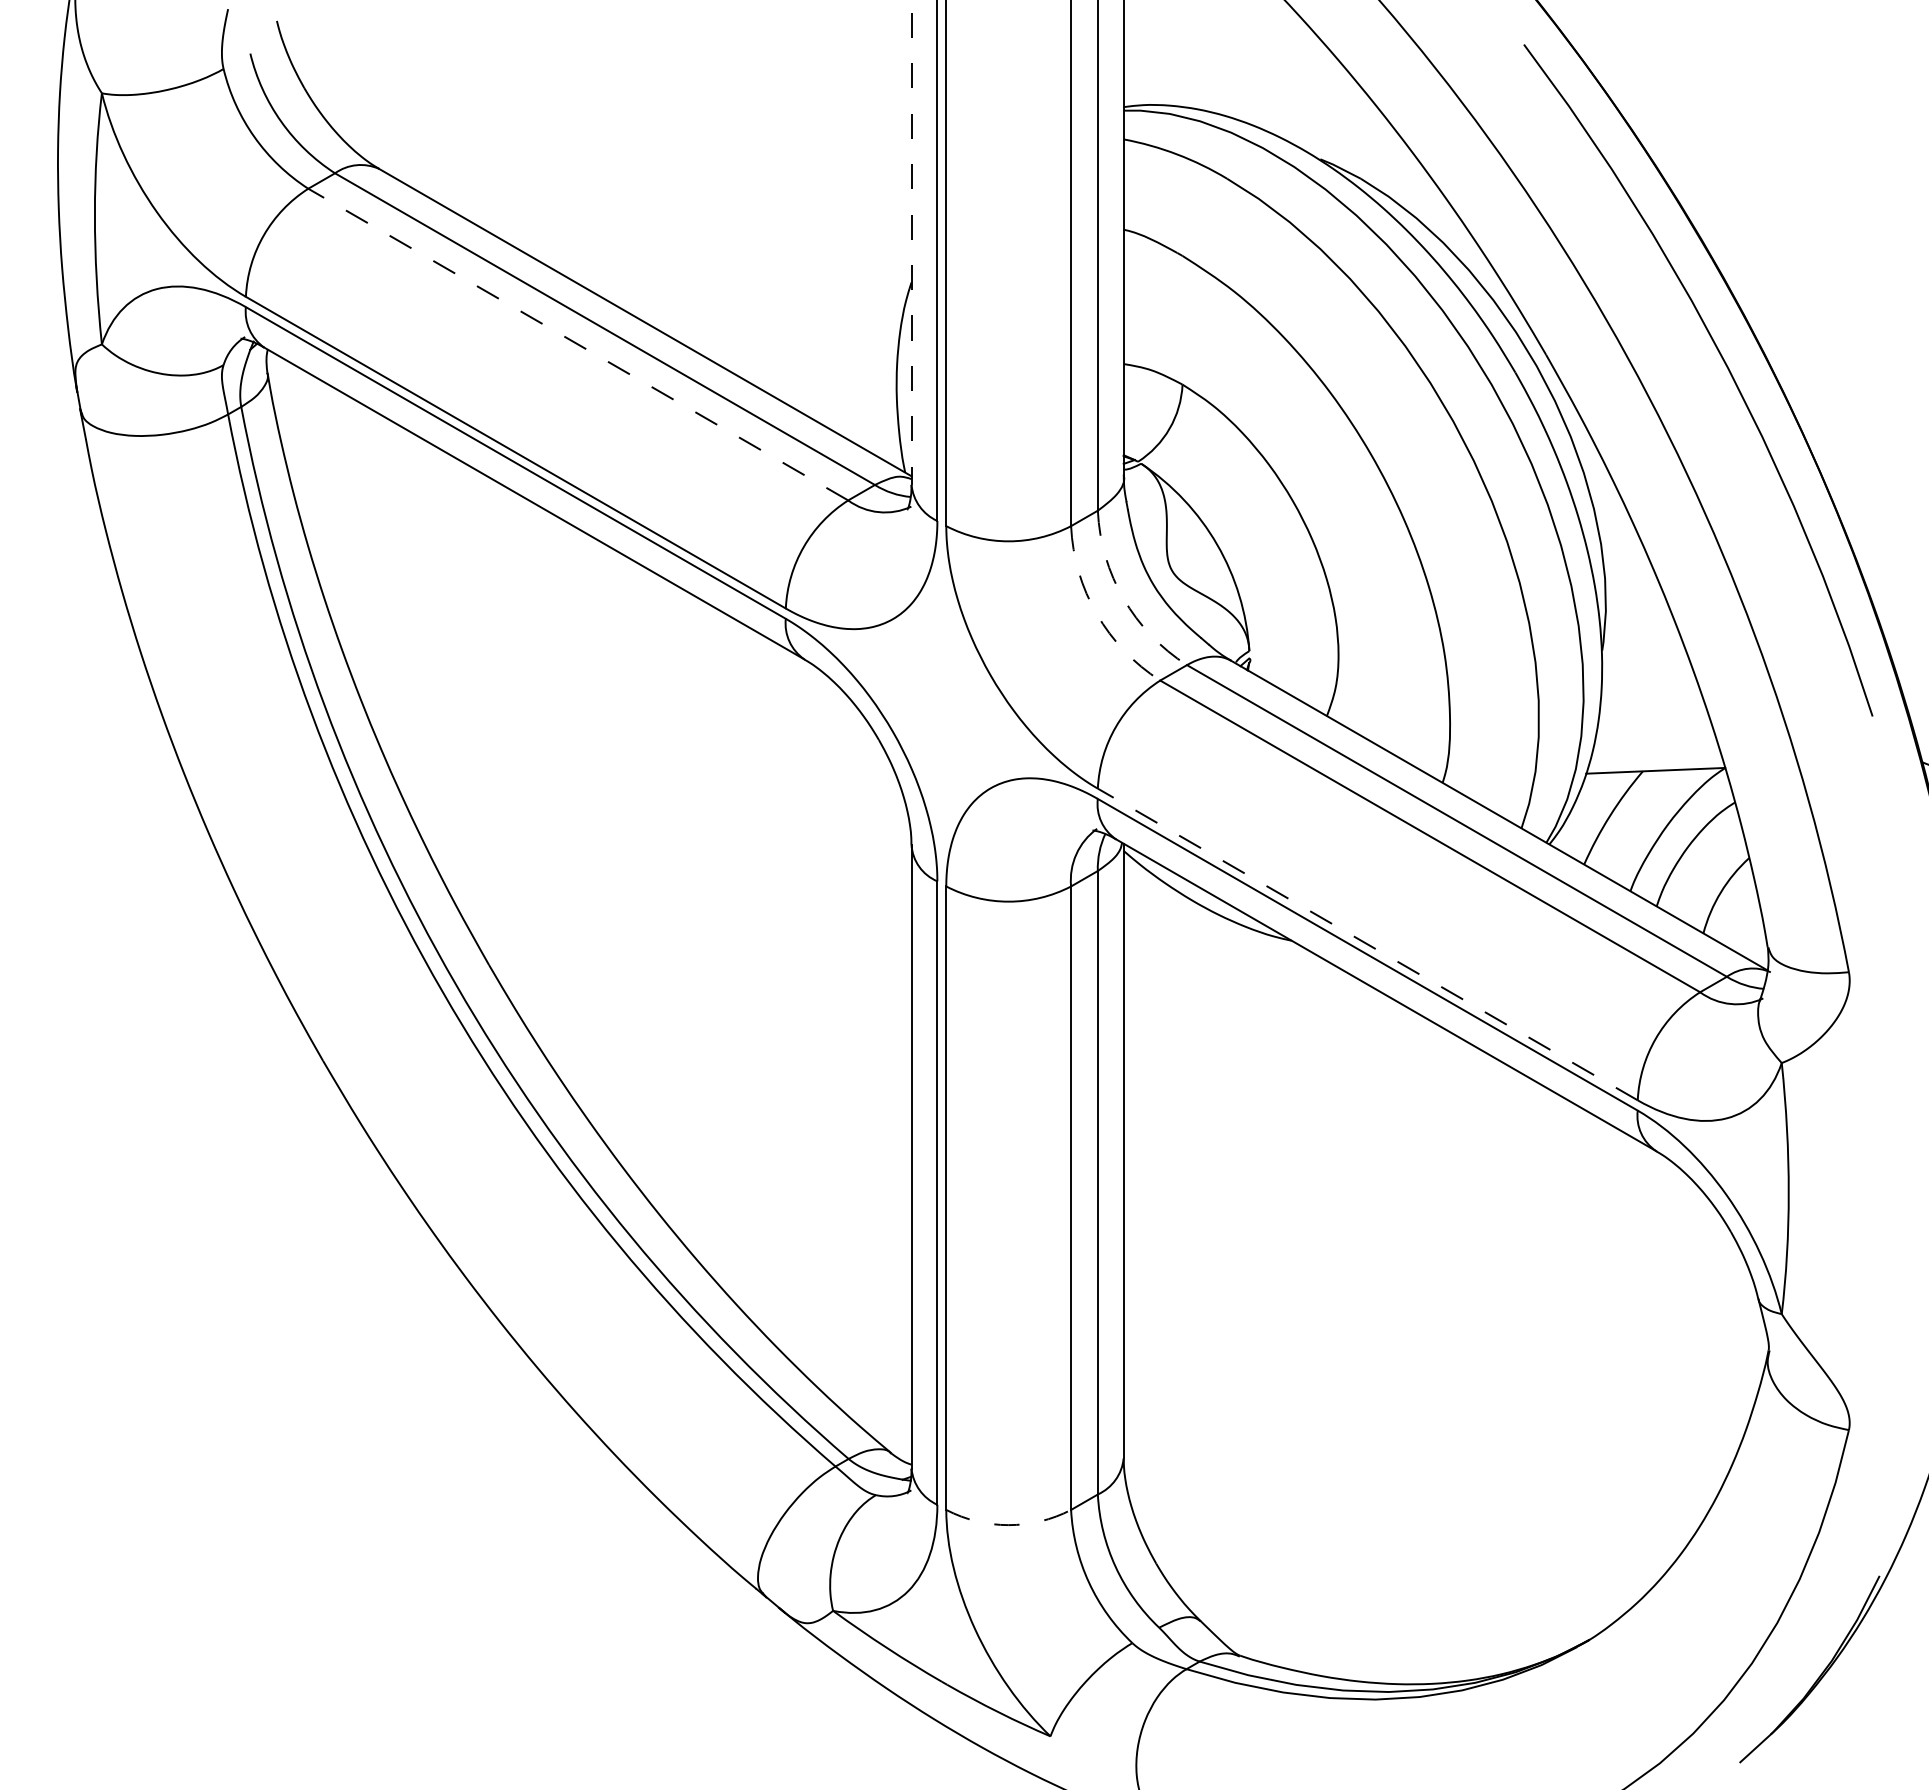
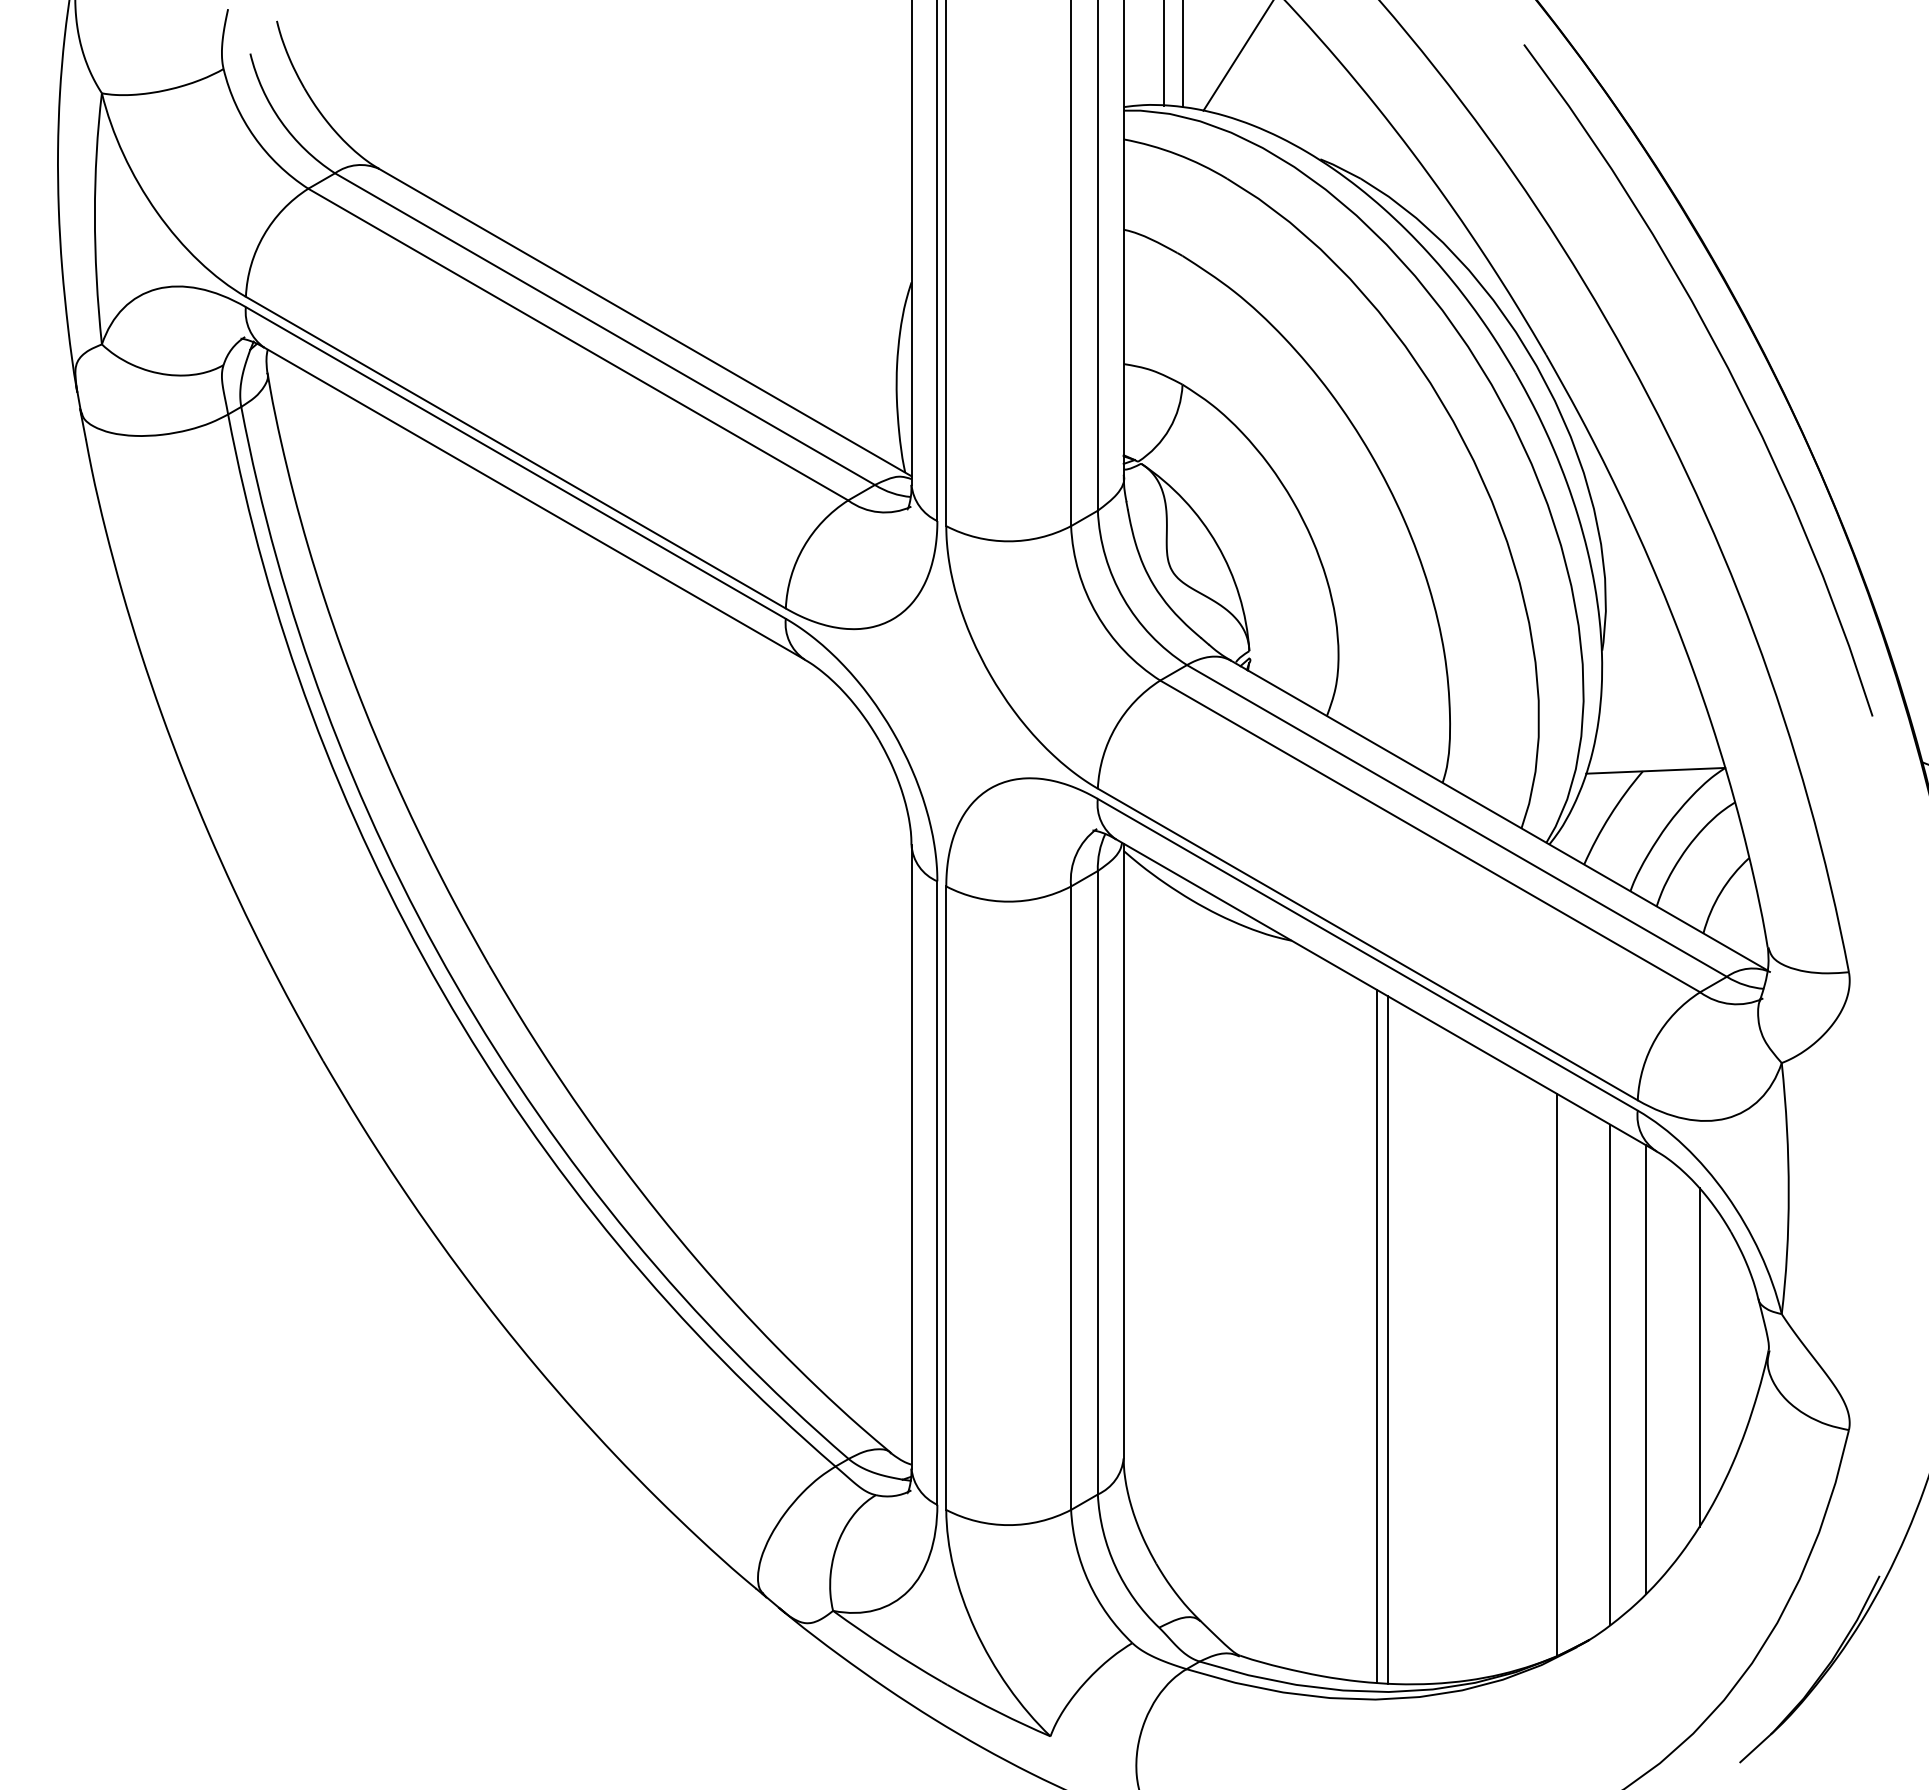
line at (1164, 53): none -> present
line at (1182, 54): none -> present
line at (1237, 56): none -> present
line at (911, 243): dashed -> solid
line at (578, 344): dashed -> solid
arc at (1123, 598): dashed -> solid
arc at (1096, 614): dashed -> solid
line at (1367, 944): dashed -> solid
line at (1376, 1335): none -> present
line at (1387, 1339): none -> present
line at (1699, 1357): none -> present
line at (1646, 1369): none -> present
line at (1556, 1374): none -> present
line at (1610, 1374): none -> present
arc at (1008, 1525): dashed -> solid
